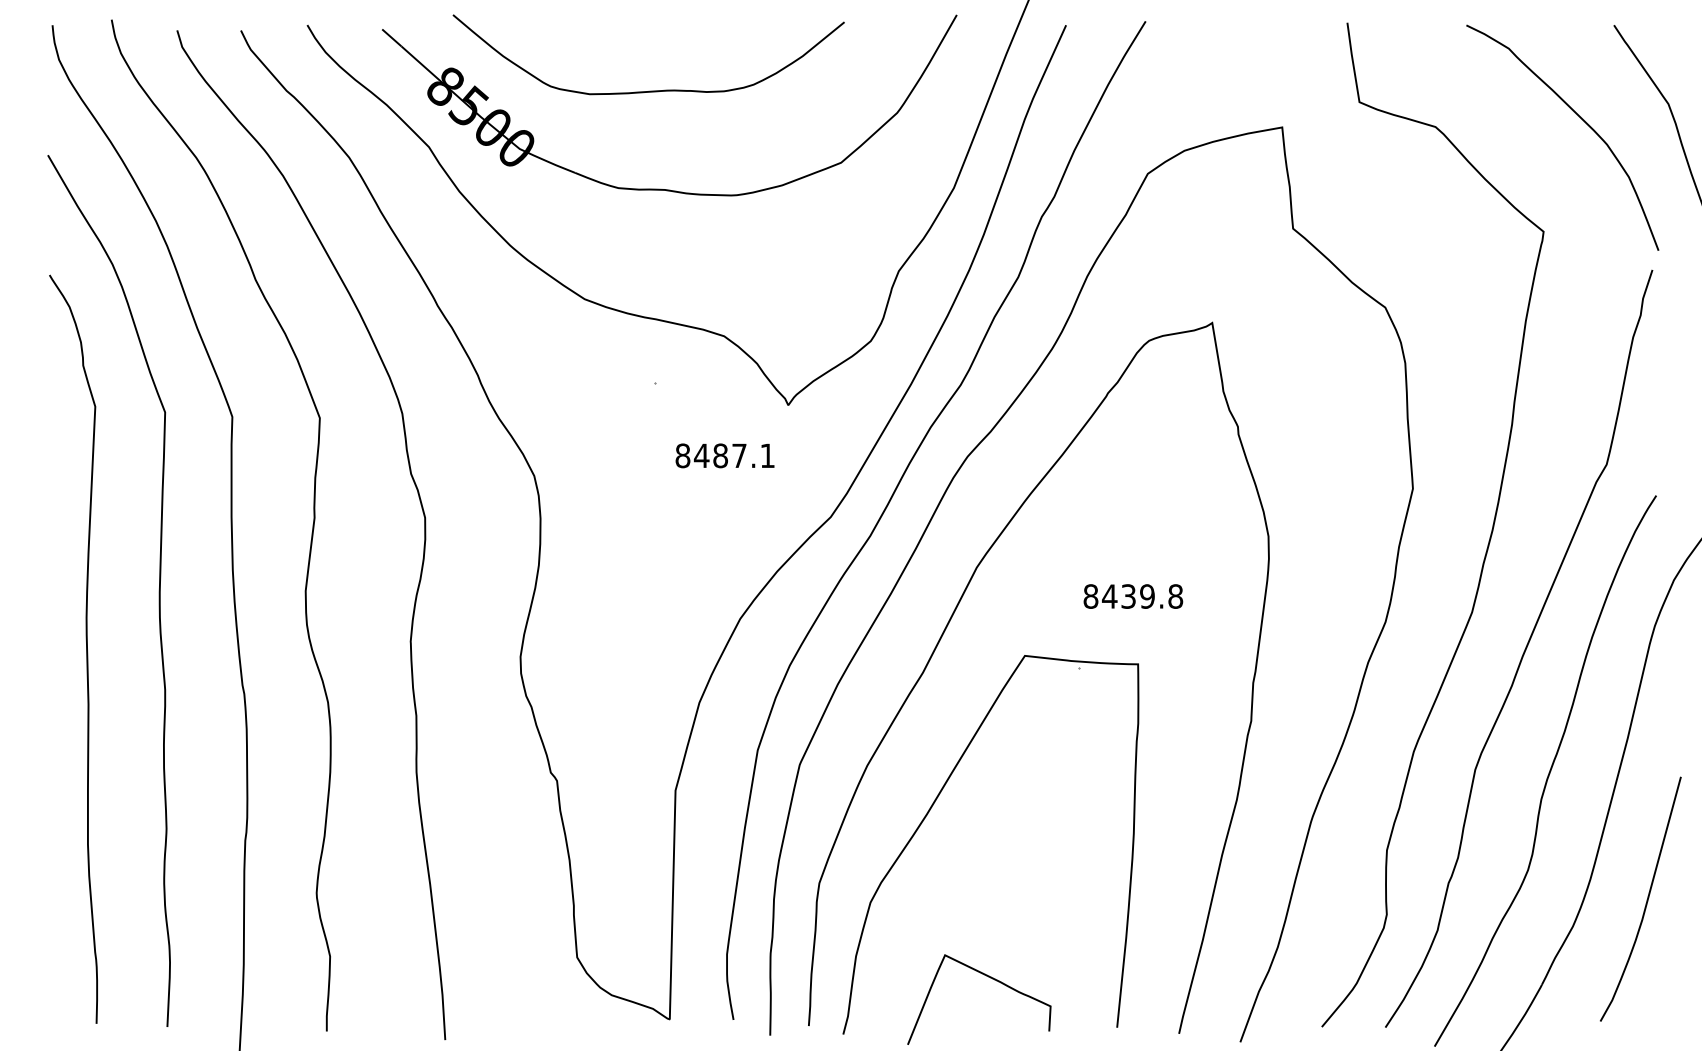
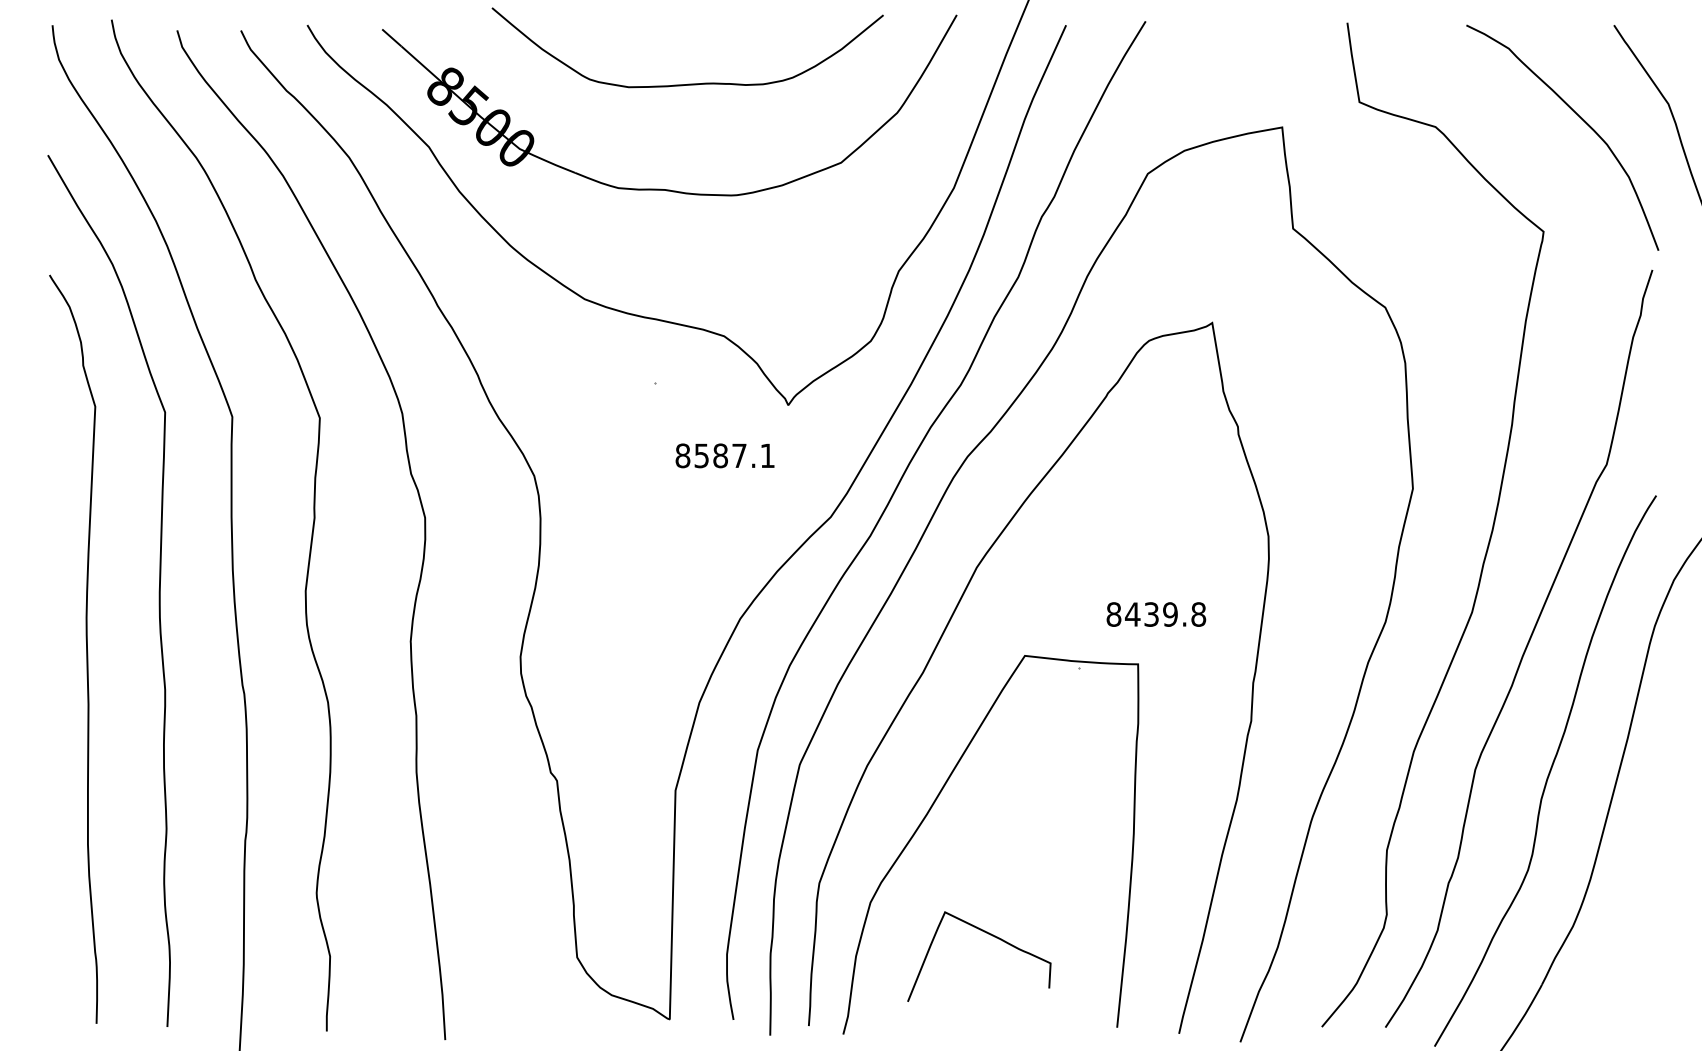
curve at (649, 90) position: (649, 90) -> (688, 83)
text at (701, 455): 8487.1 -> 8587.1
text at (1133, 596) position: (1133, 596) -> (1156, 614)
curve at (1646, 899): present -> none
curve at (990, 978) position: (990, 978) -> (990, 935)
